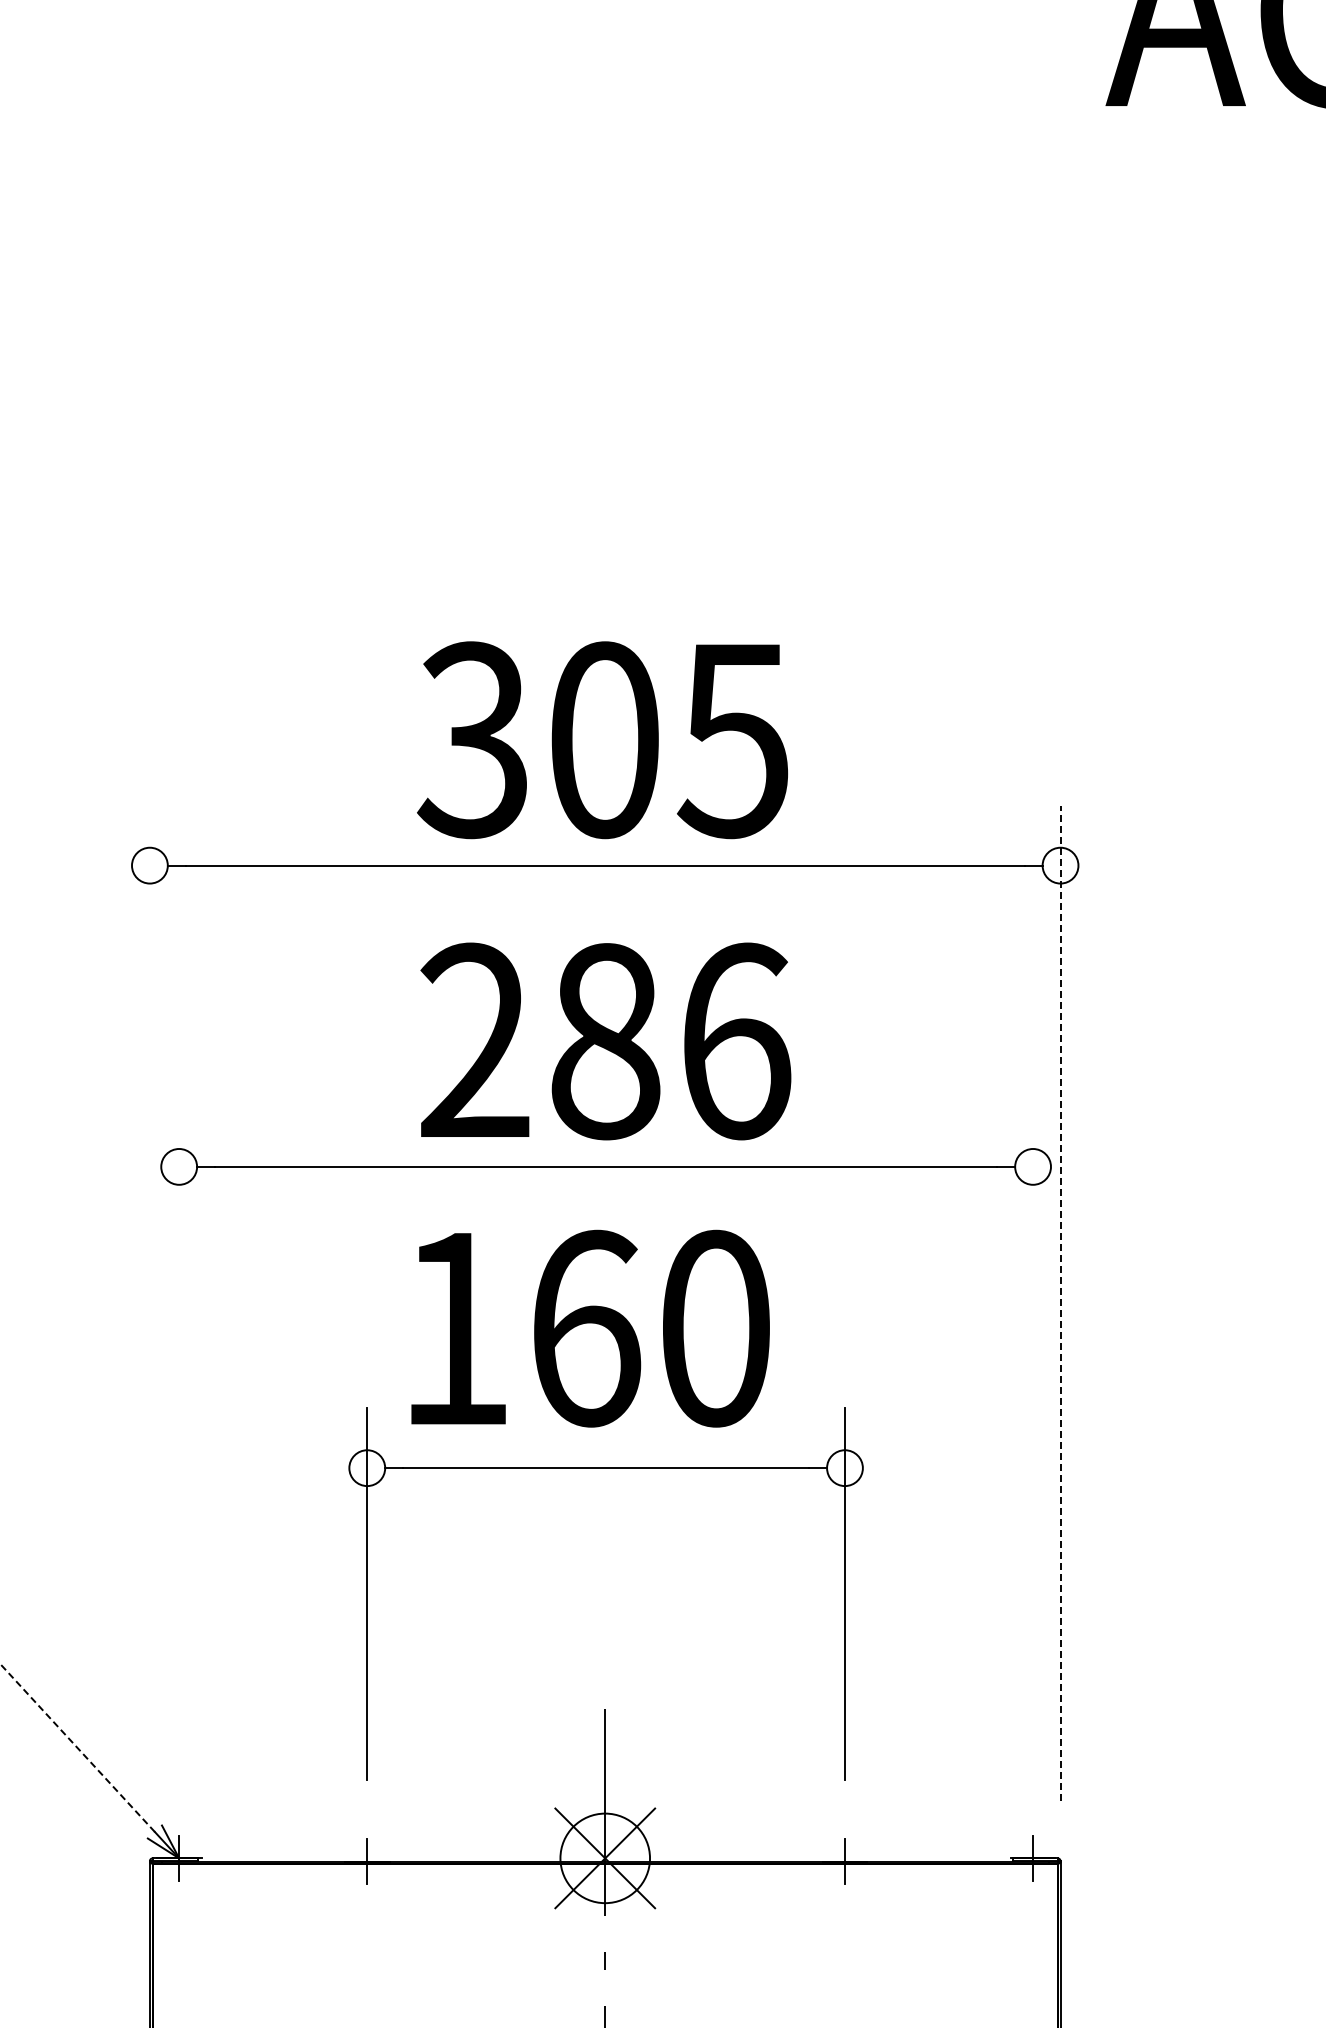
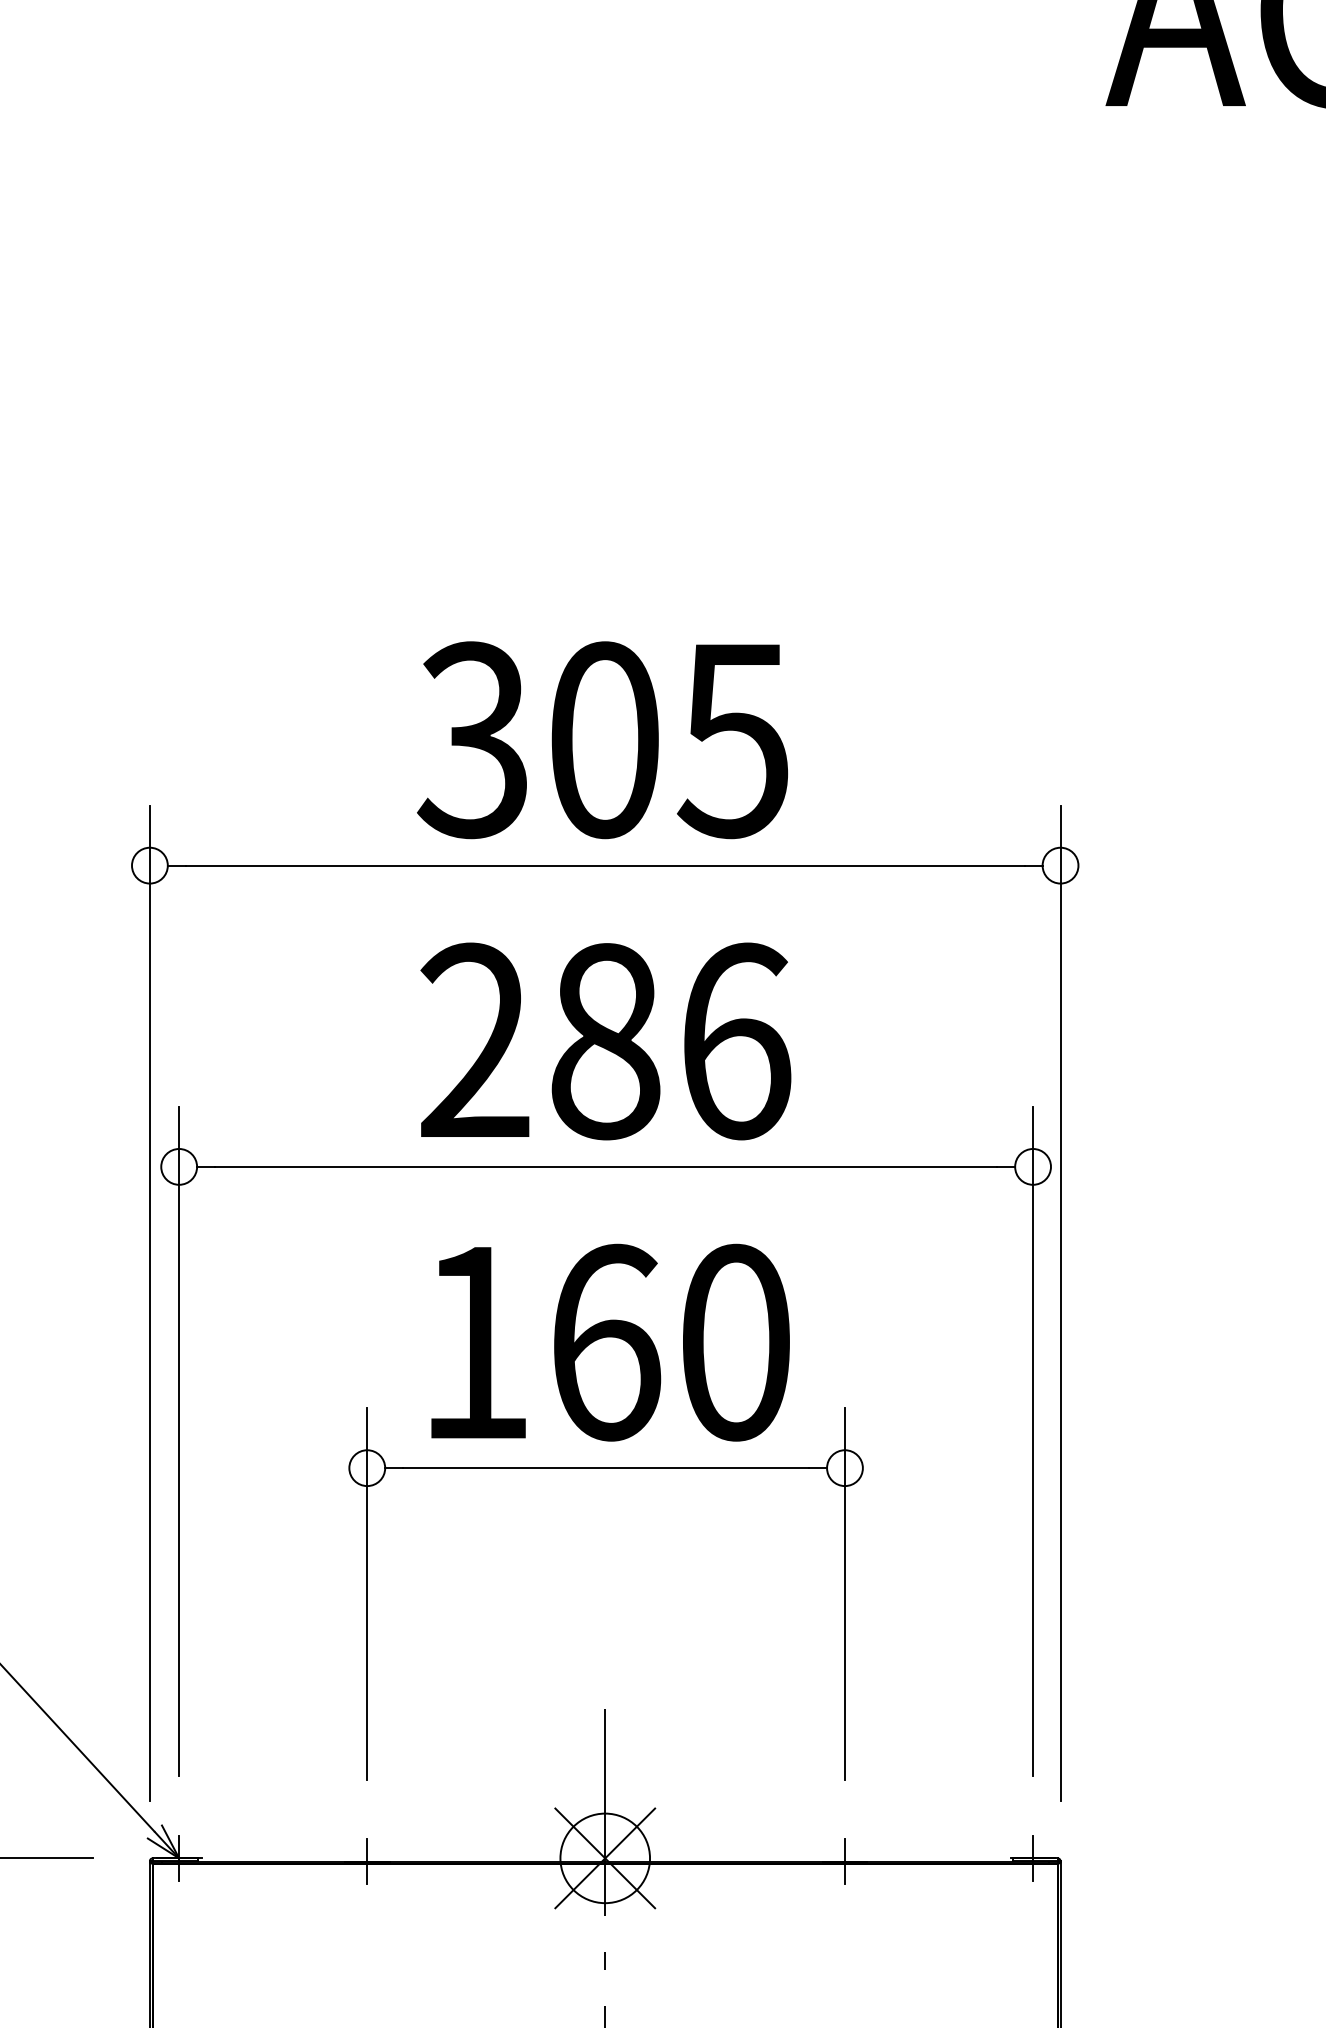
line at (149, 1303): none -> present
line at (1060, 1303): dashed -> solid
text at (590, 1328) position: (590, 1328) -> (610, 1342)
line at (179, 1441): none -> present
line at (1033, 1441): none -> present
line at (77, 1748): dashed -> solid
line at (47, 1858): none -> present
